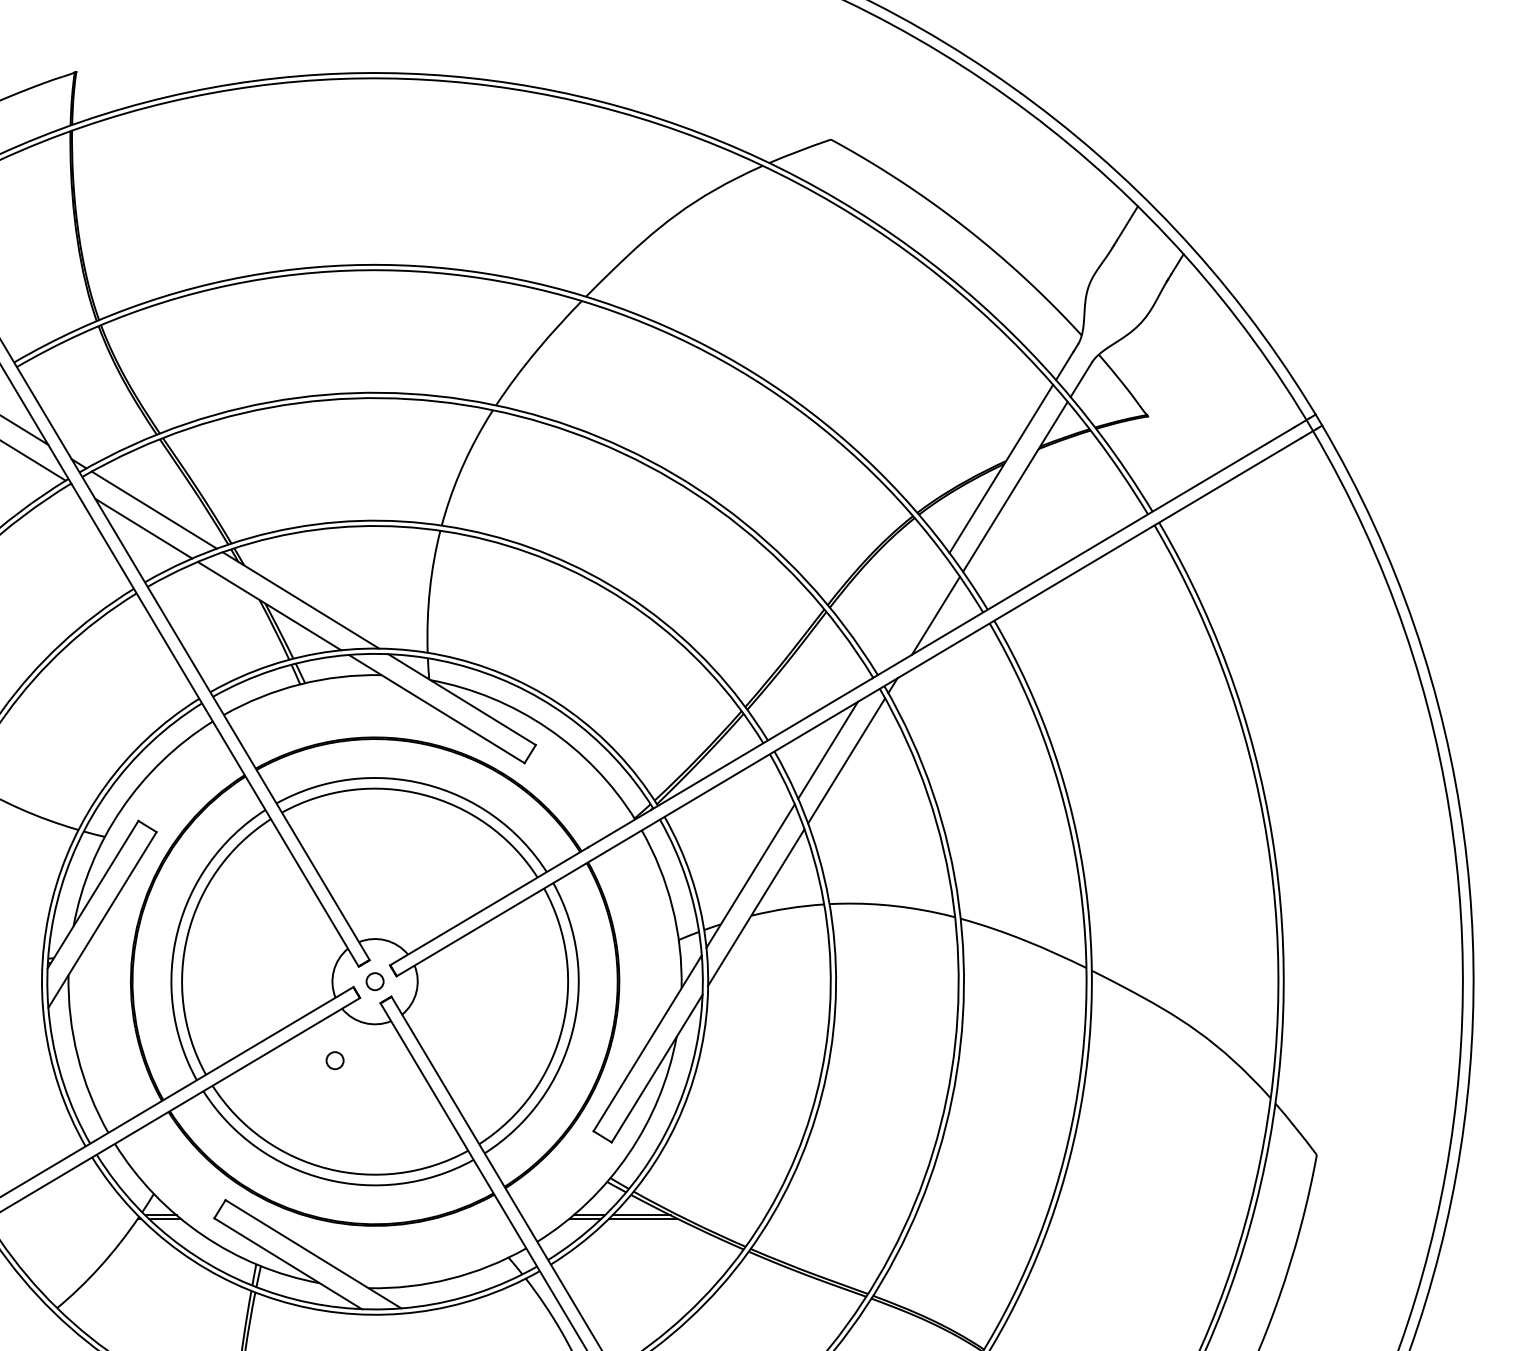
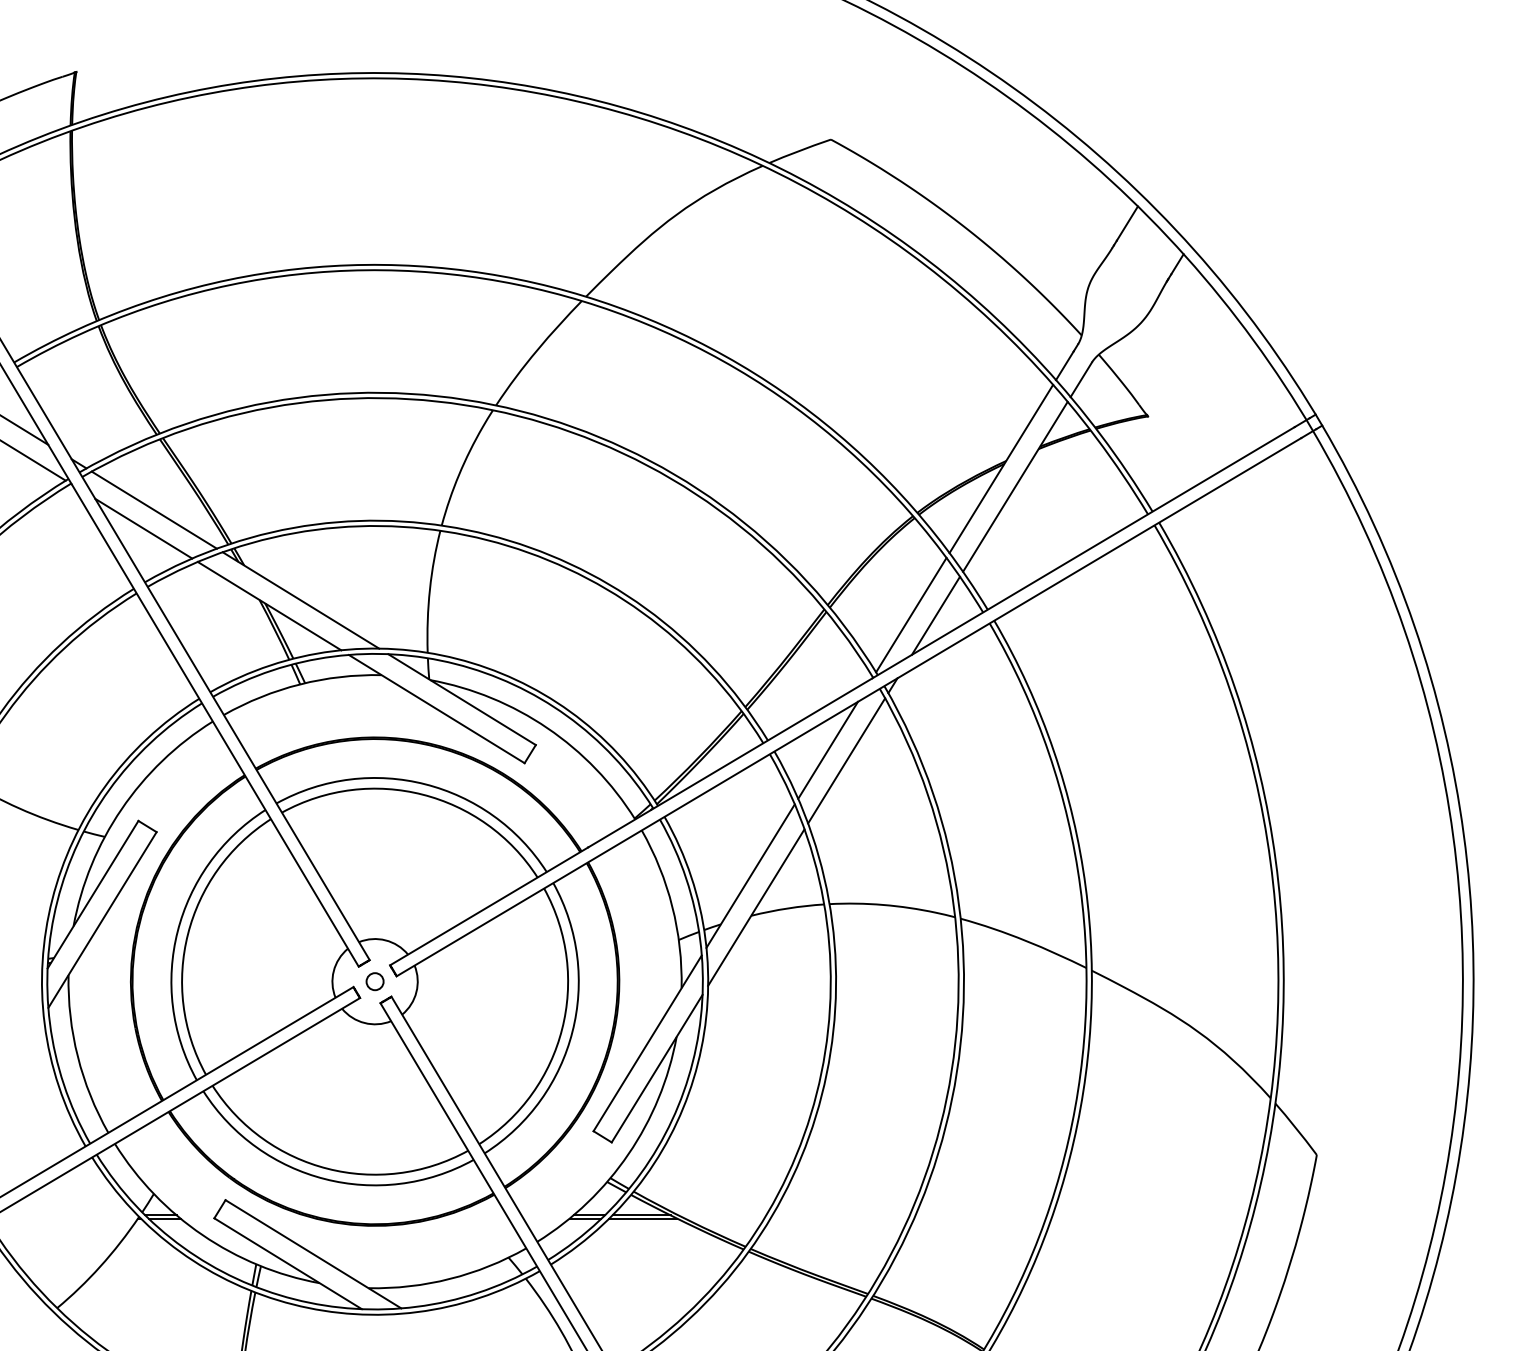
line at (911, 614): none -> present
circle at (334, 1060): present -> none
